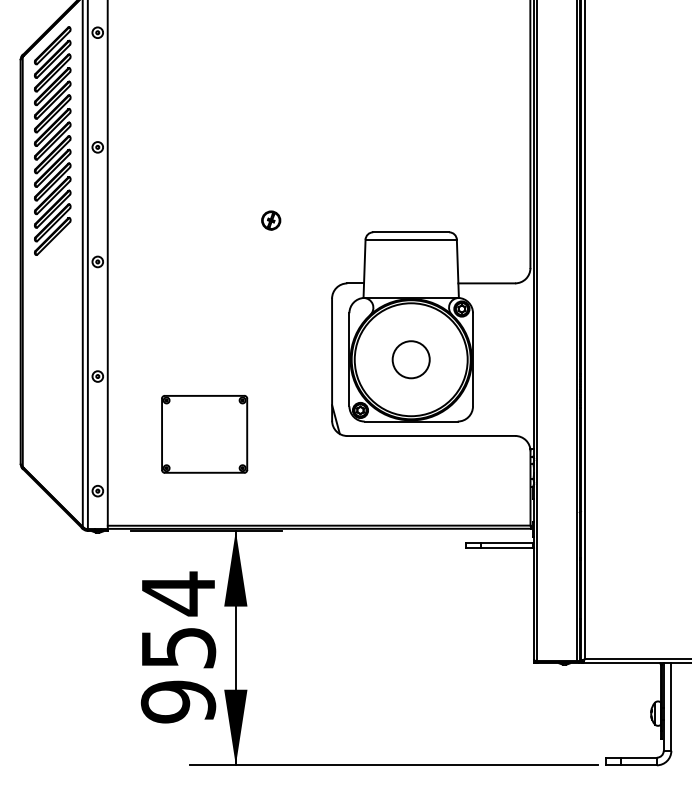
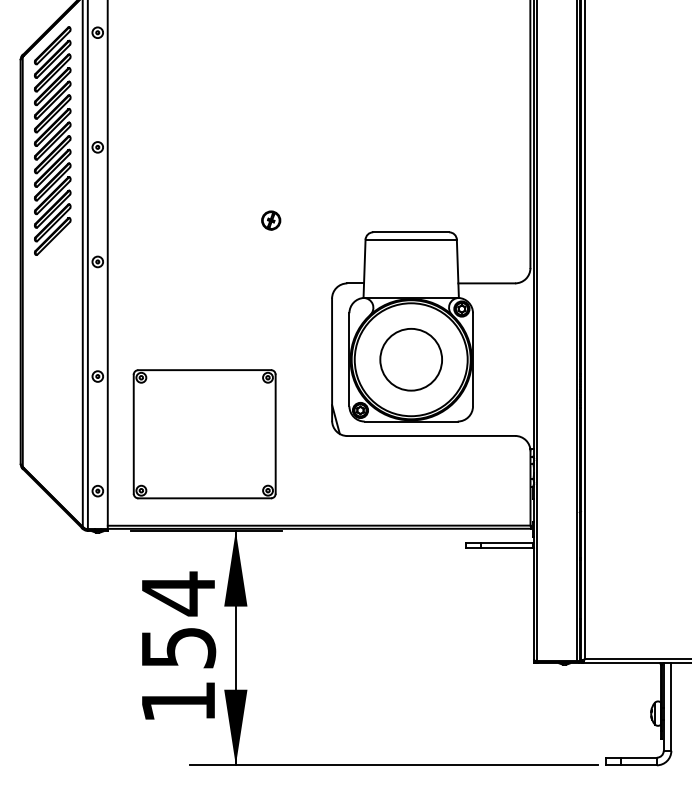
circle at (410, 359) diameter: 37 px -> 62 px
part at (204, 434) size: 88x79 px -> 145x131 px
text at (178, 701): 954 -> 154
